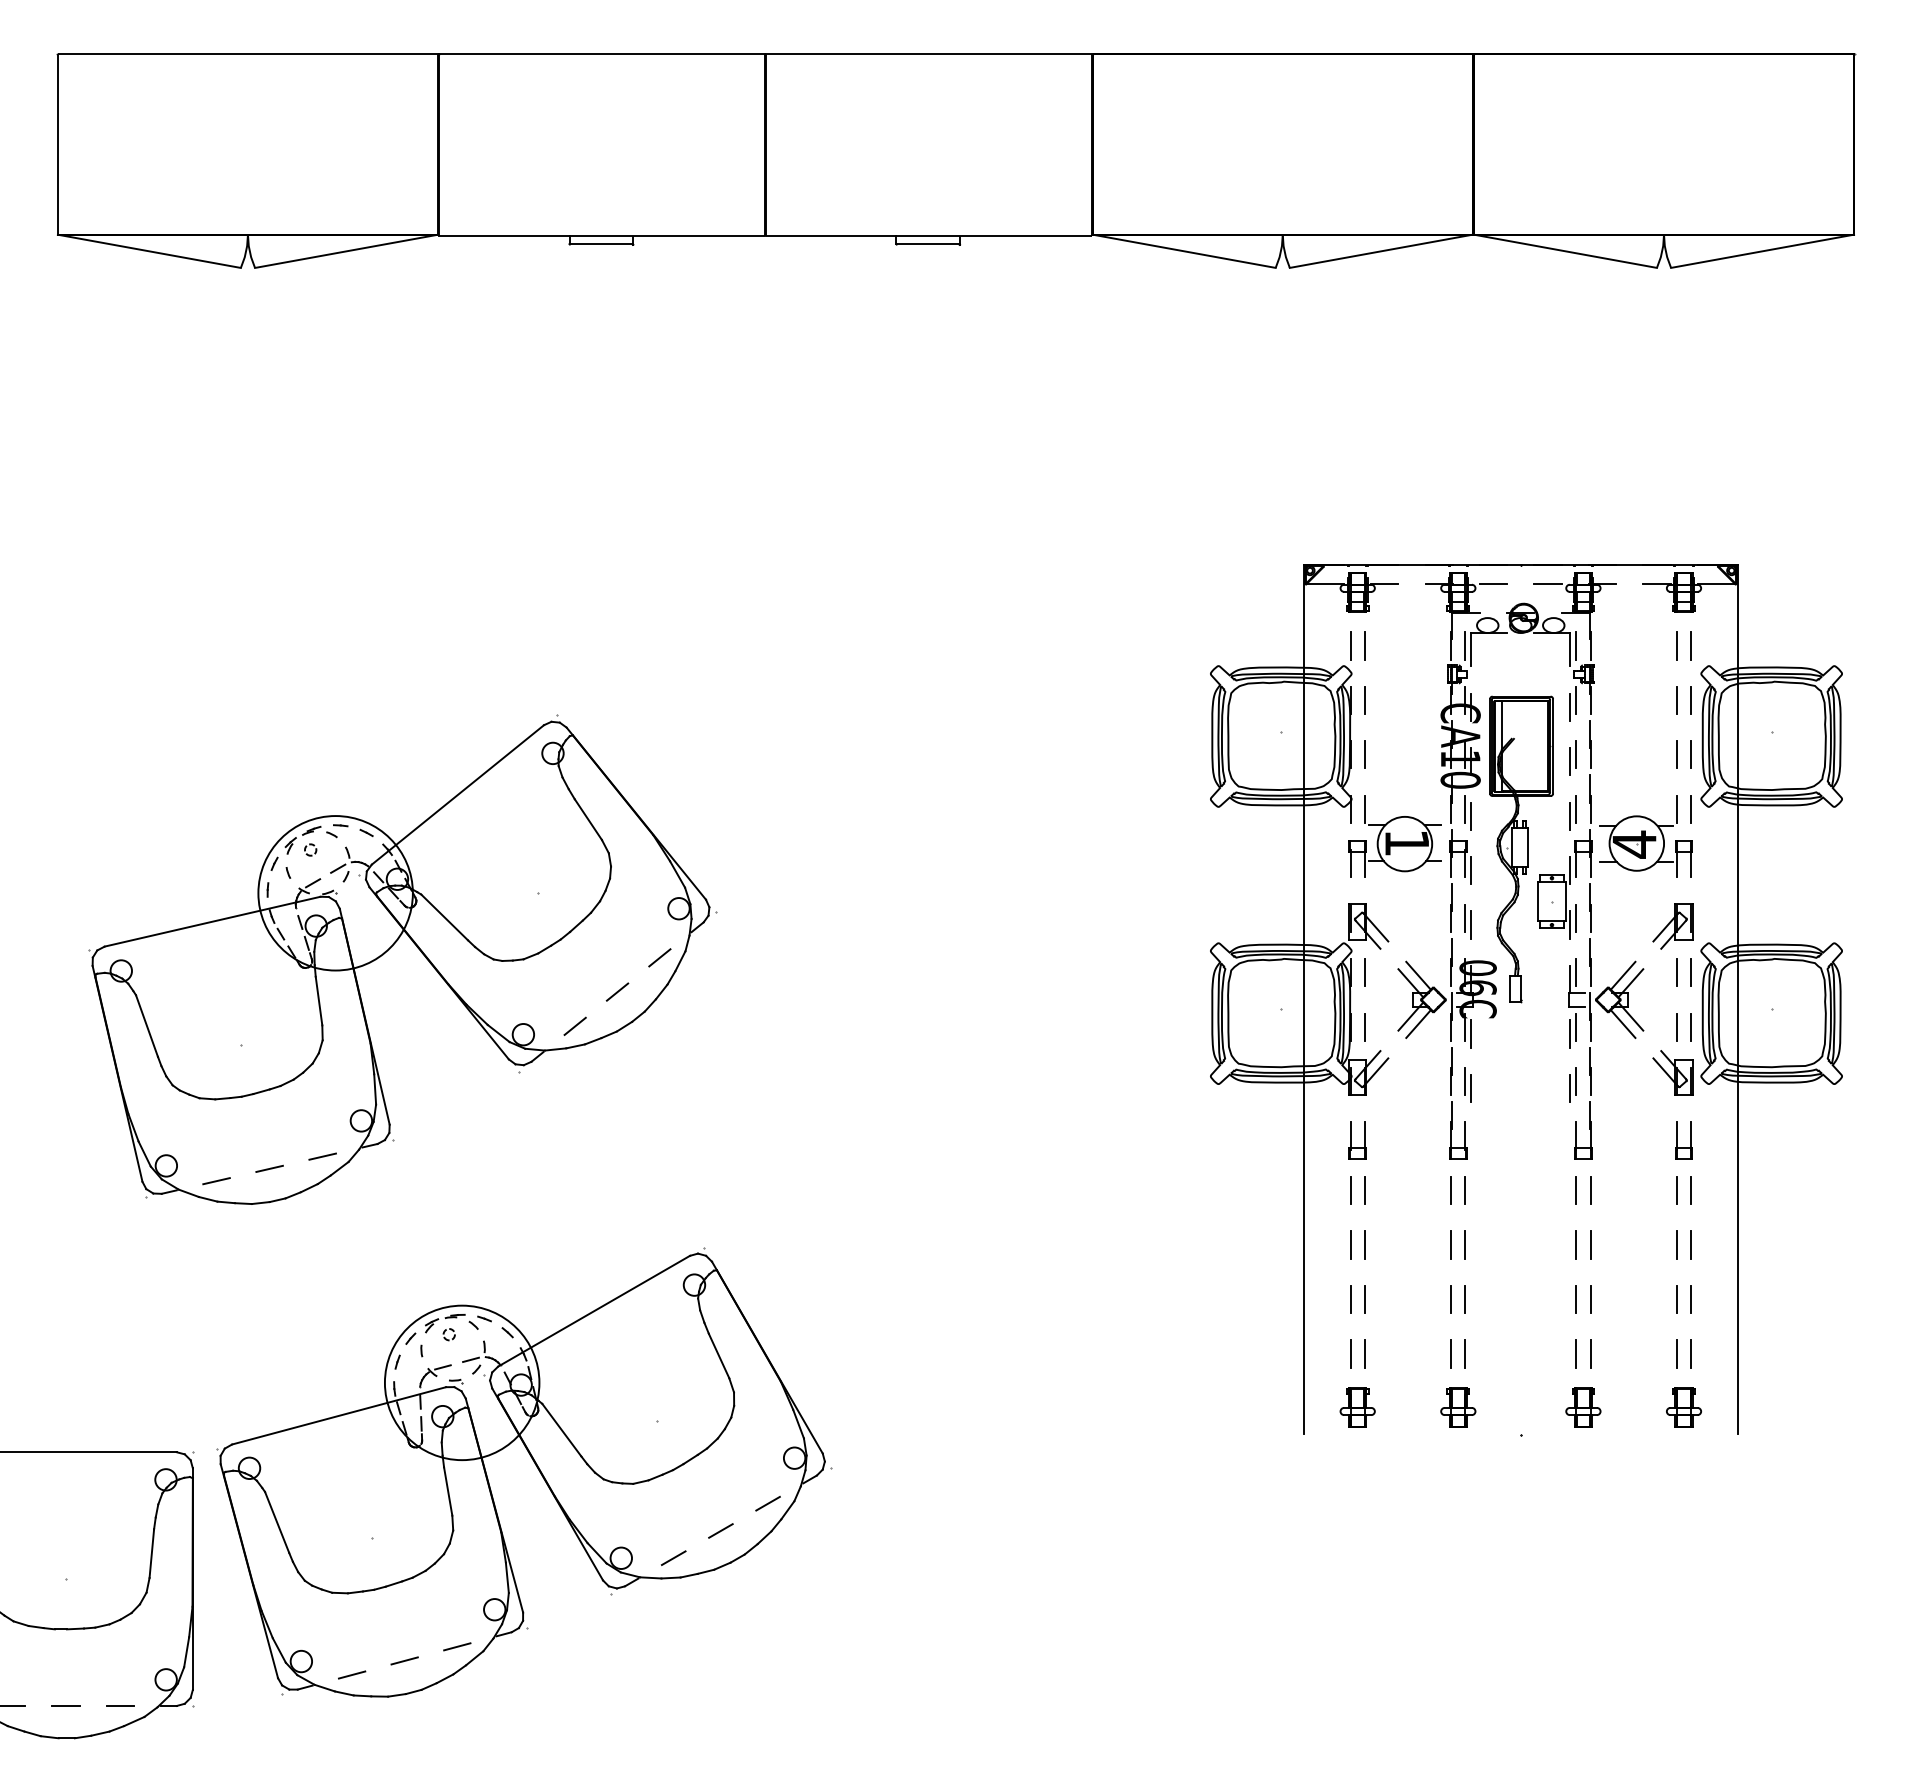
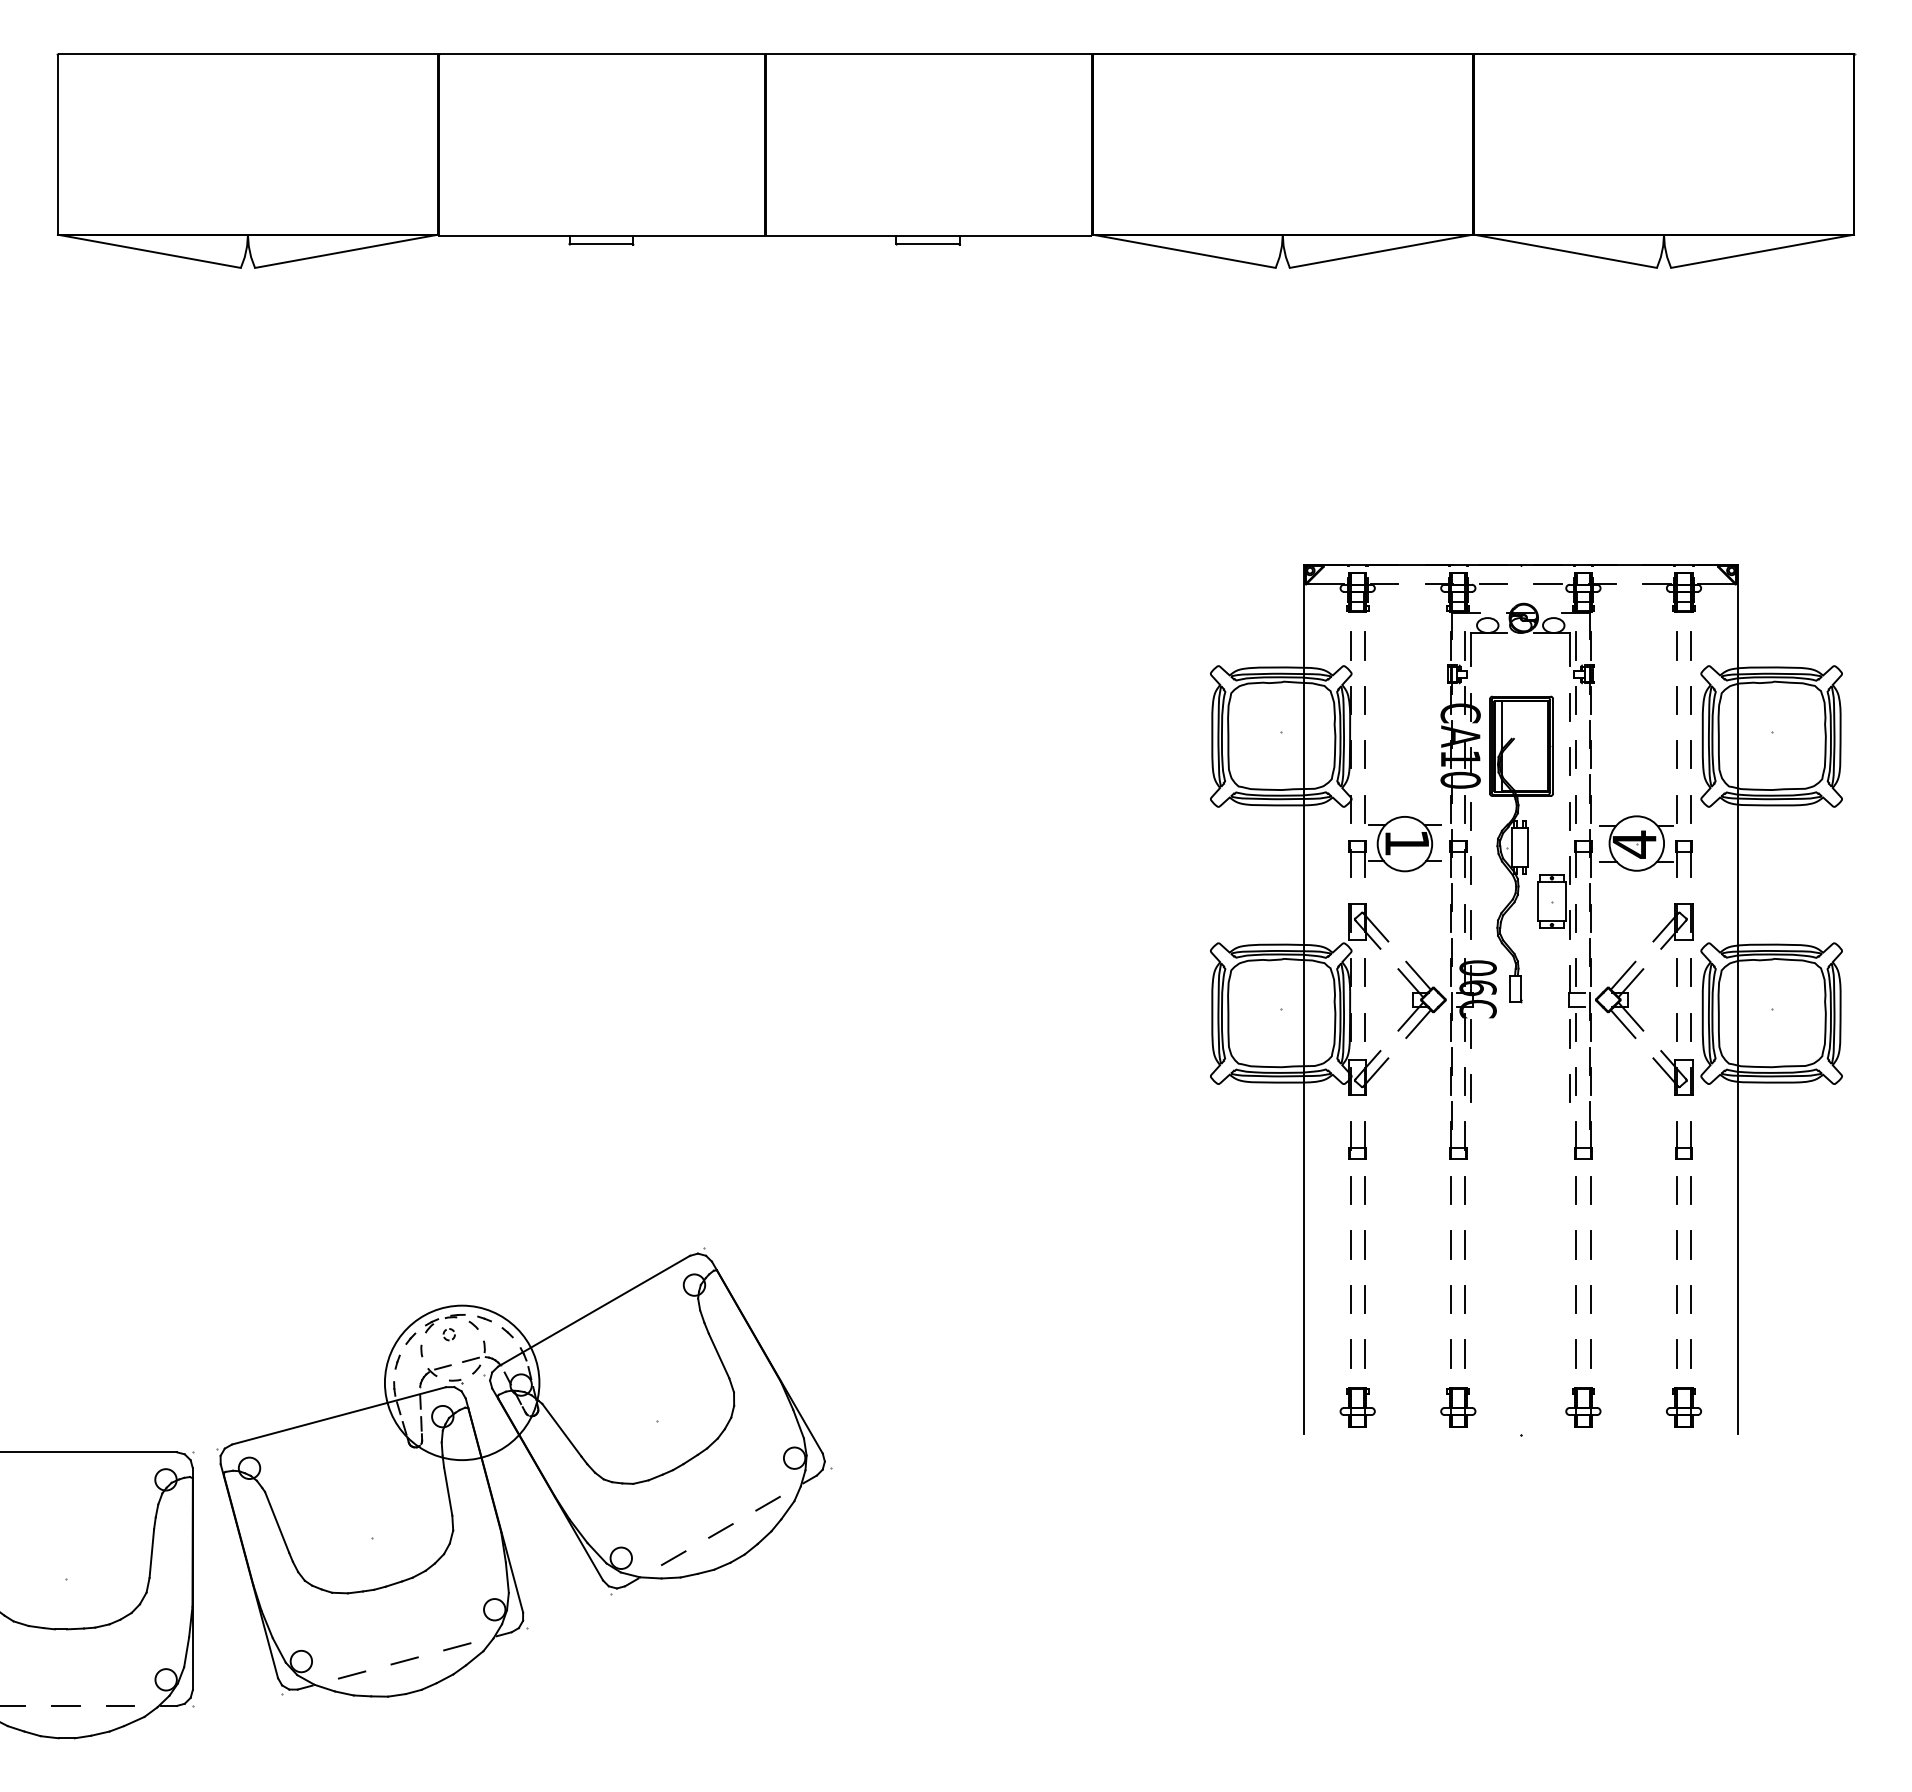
part at (391, 947): present -> none
